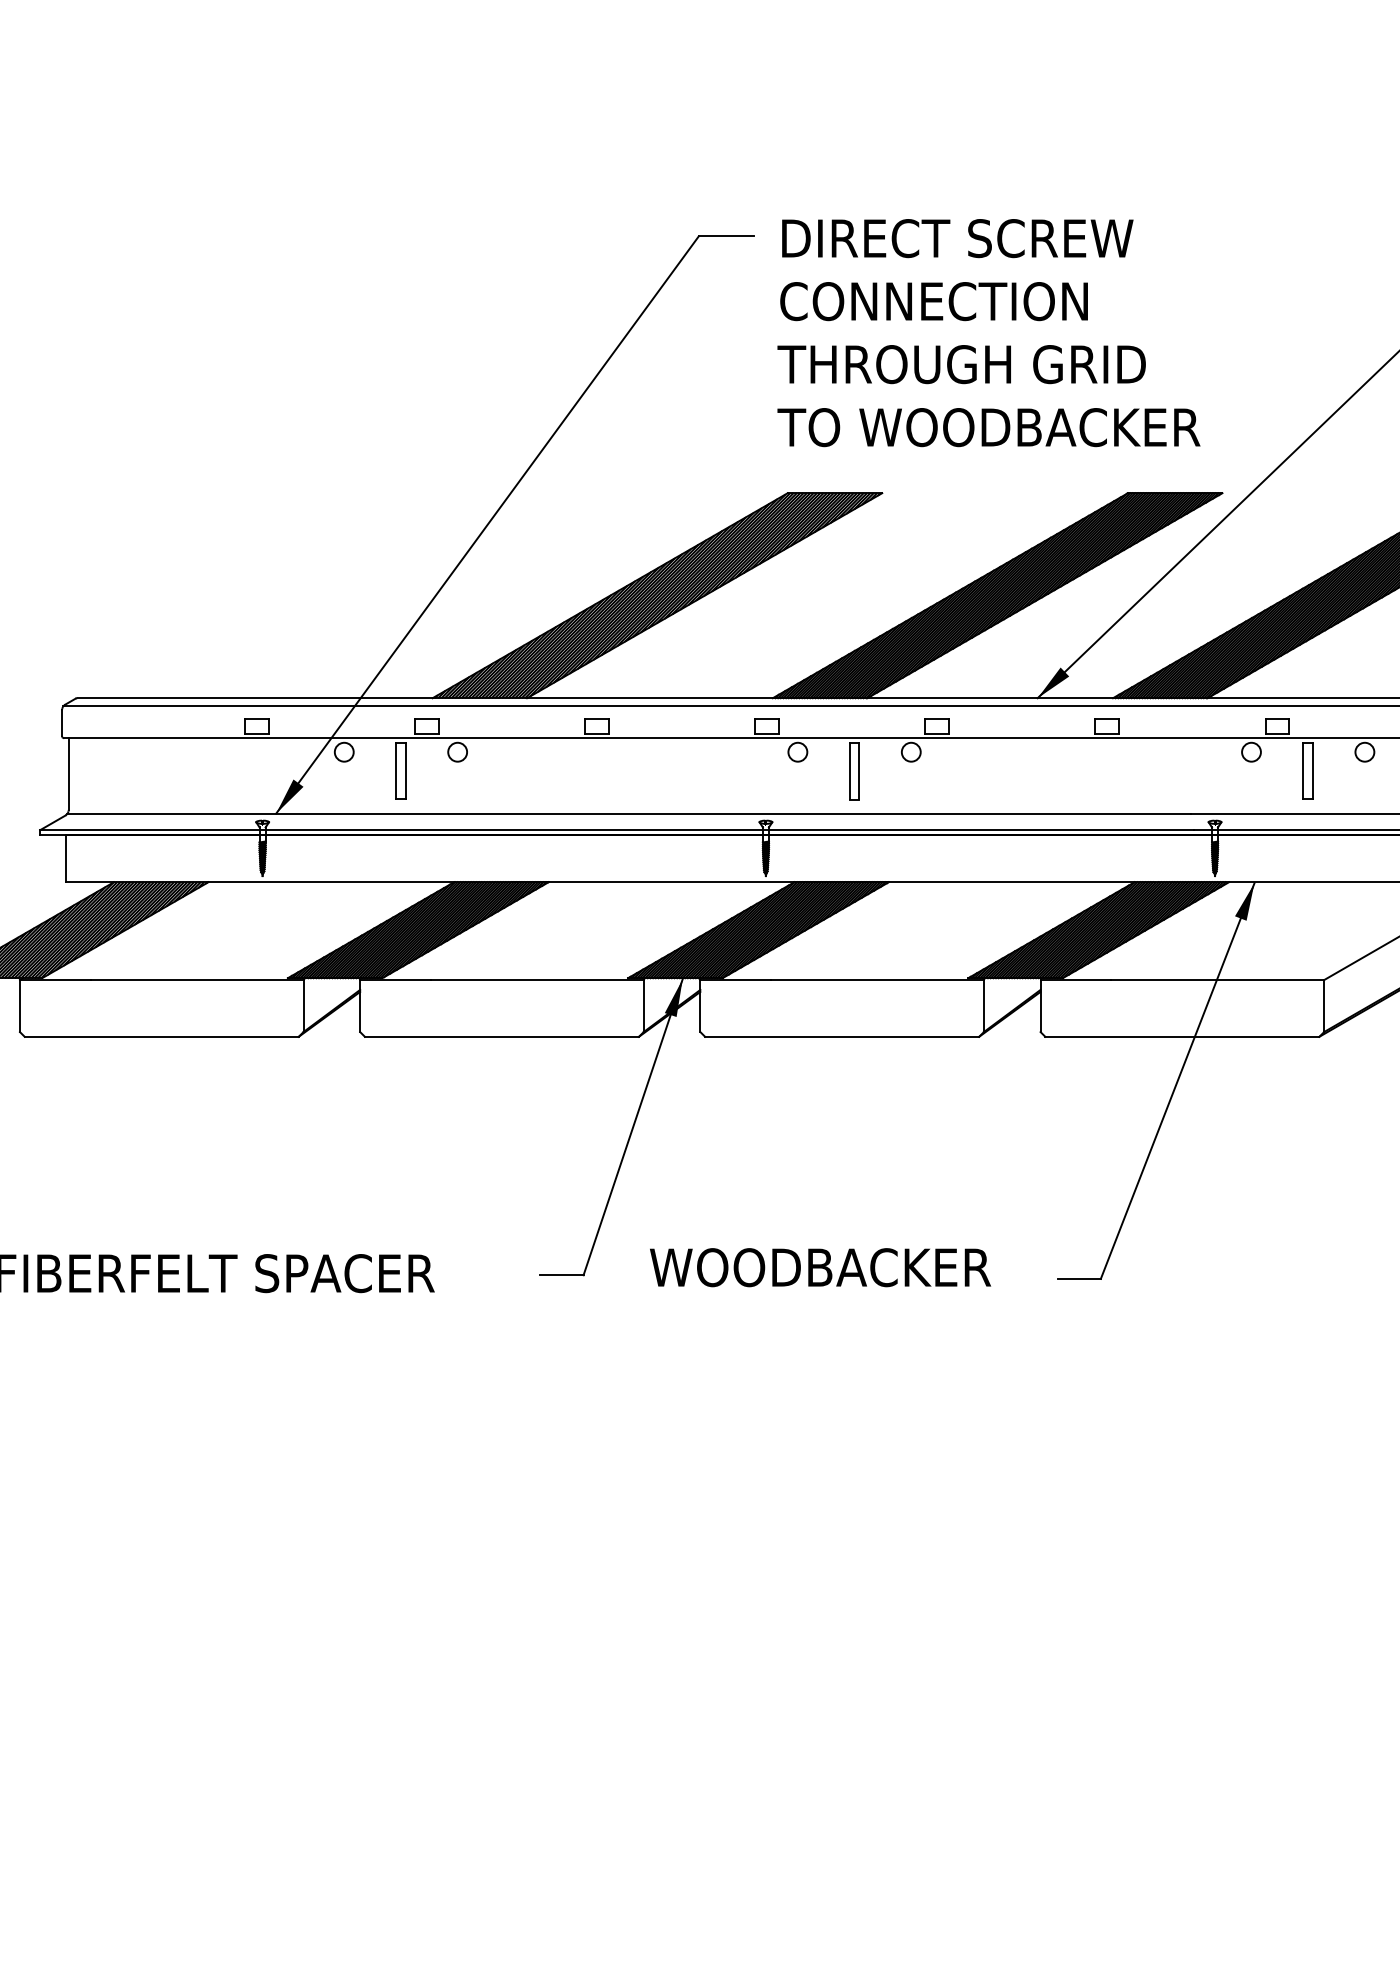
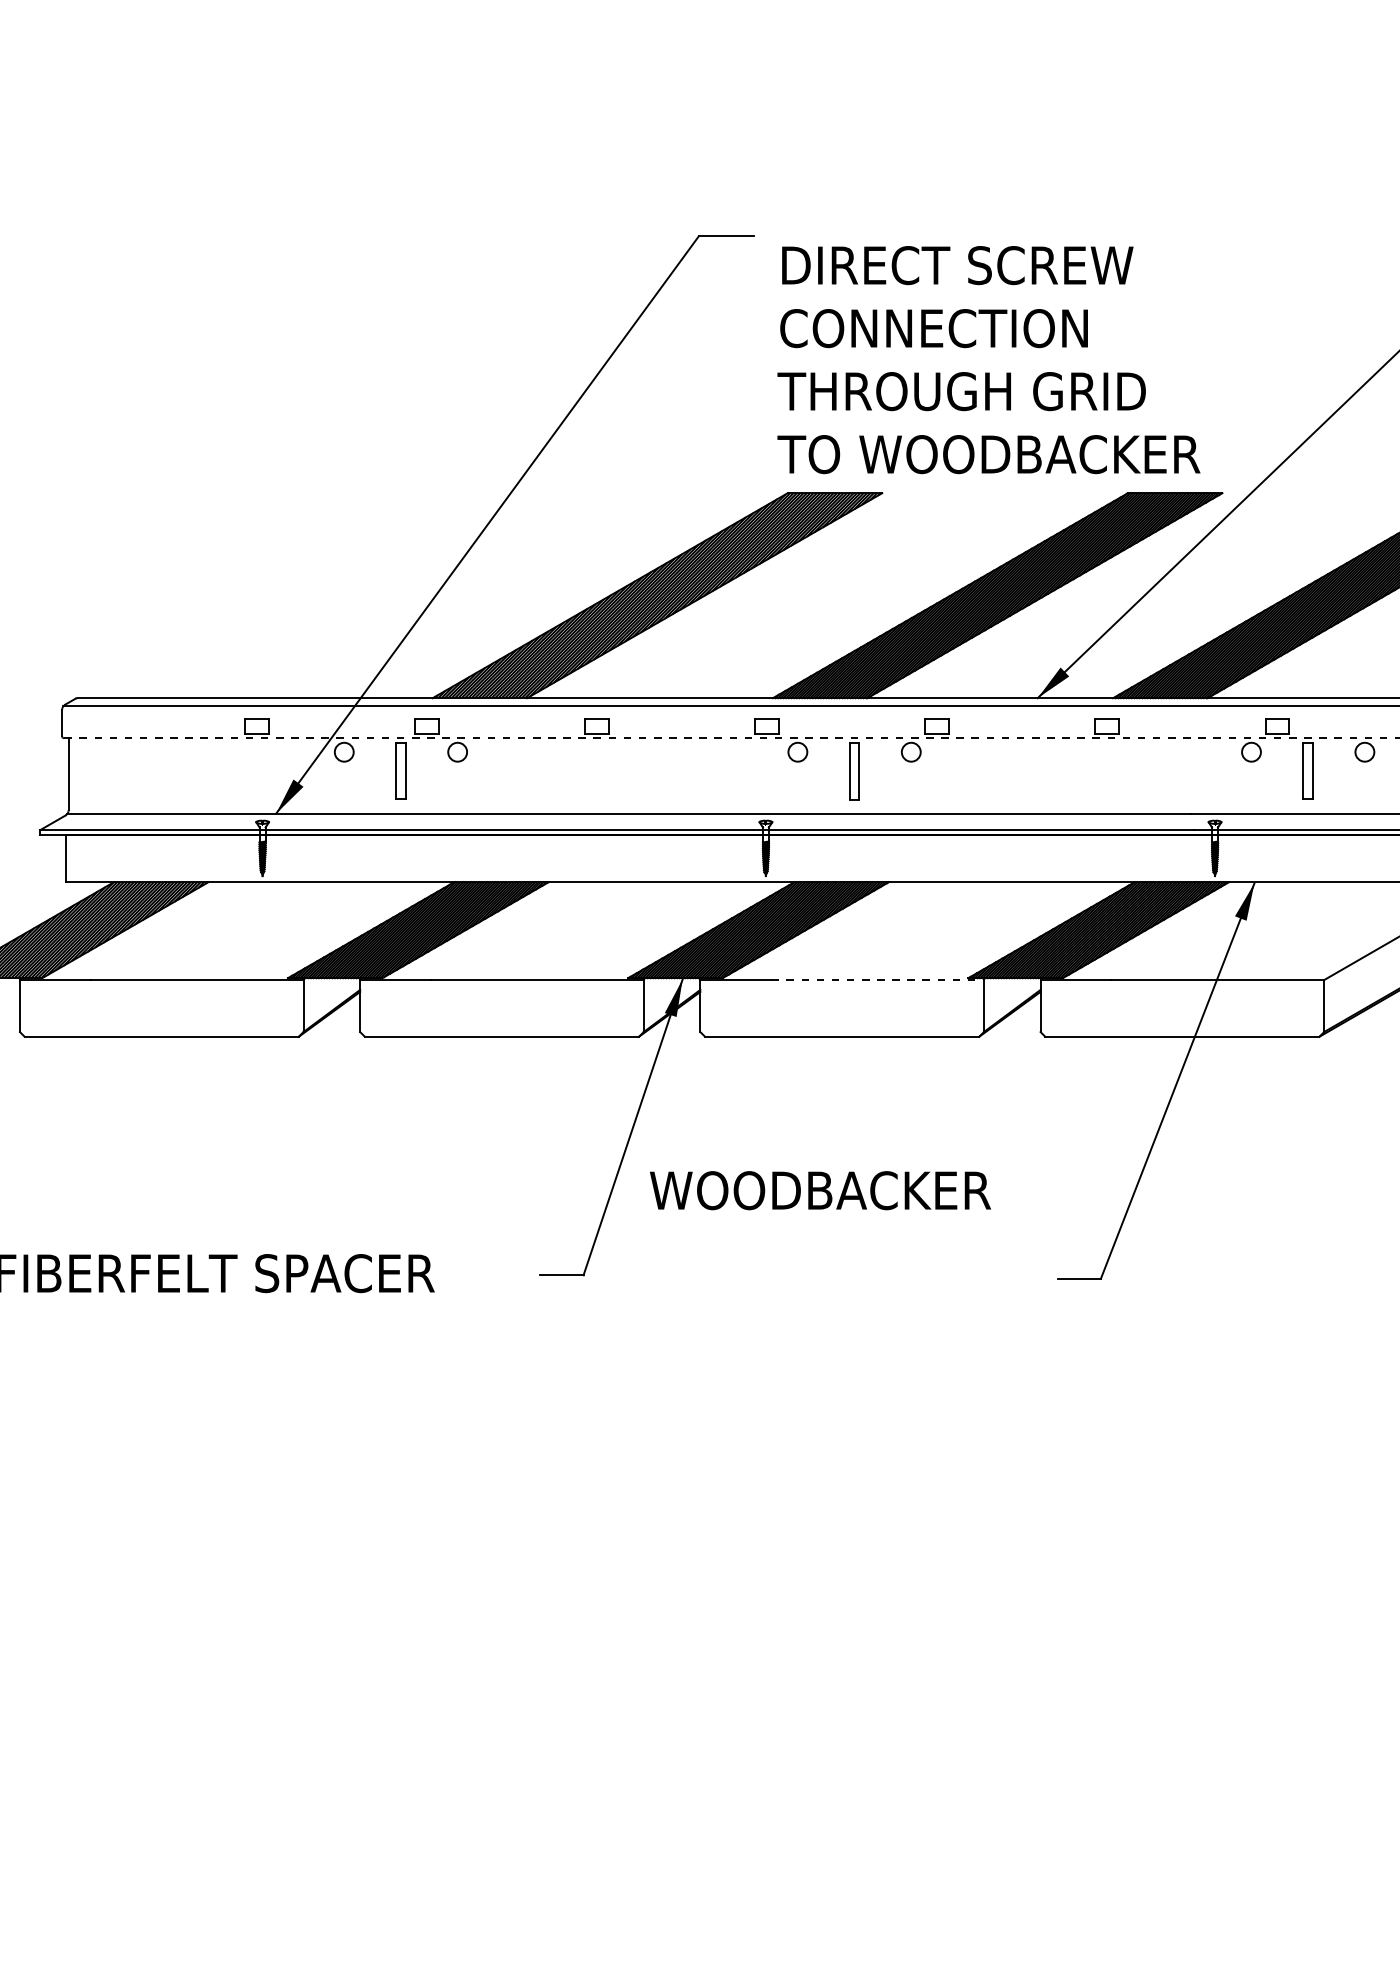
text at (988, 333) position: (988, 333) -> (988, 360)
line at (732, 738): solid -> dashed
line at (878, 980): solid -> dashed
text at (820, 1267) position: (820, 1267) -> (820, 1190)
